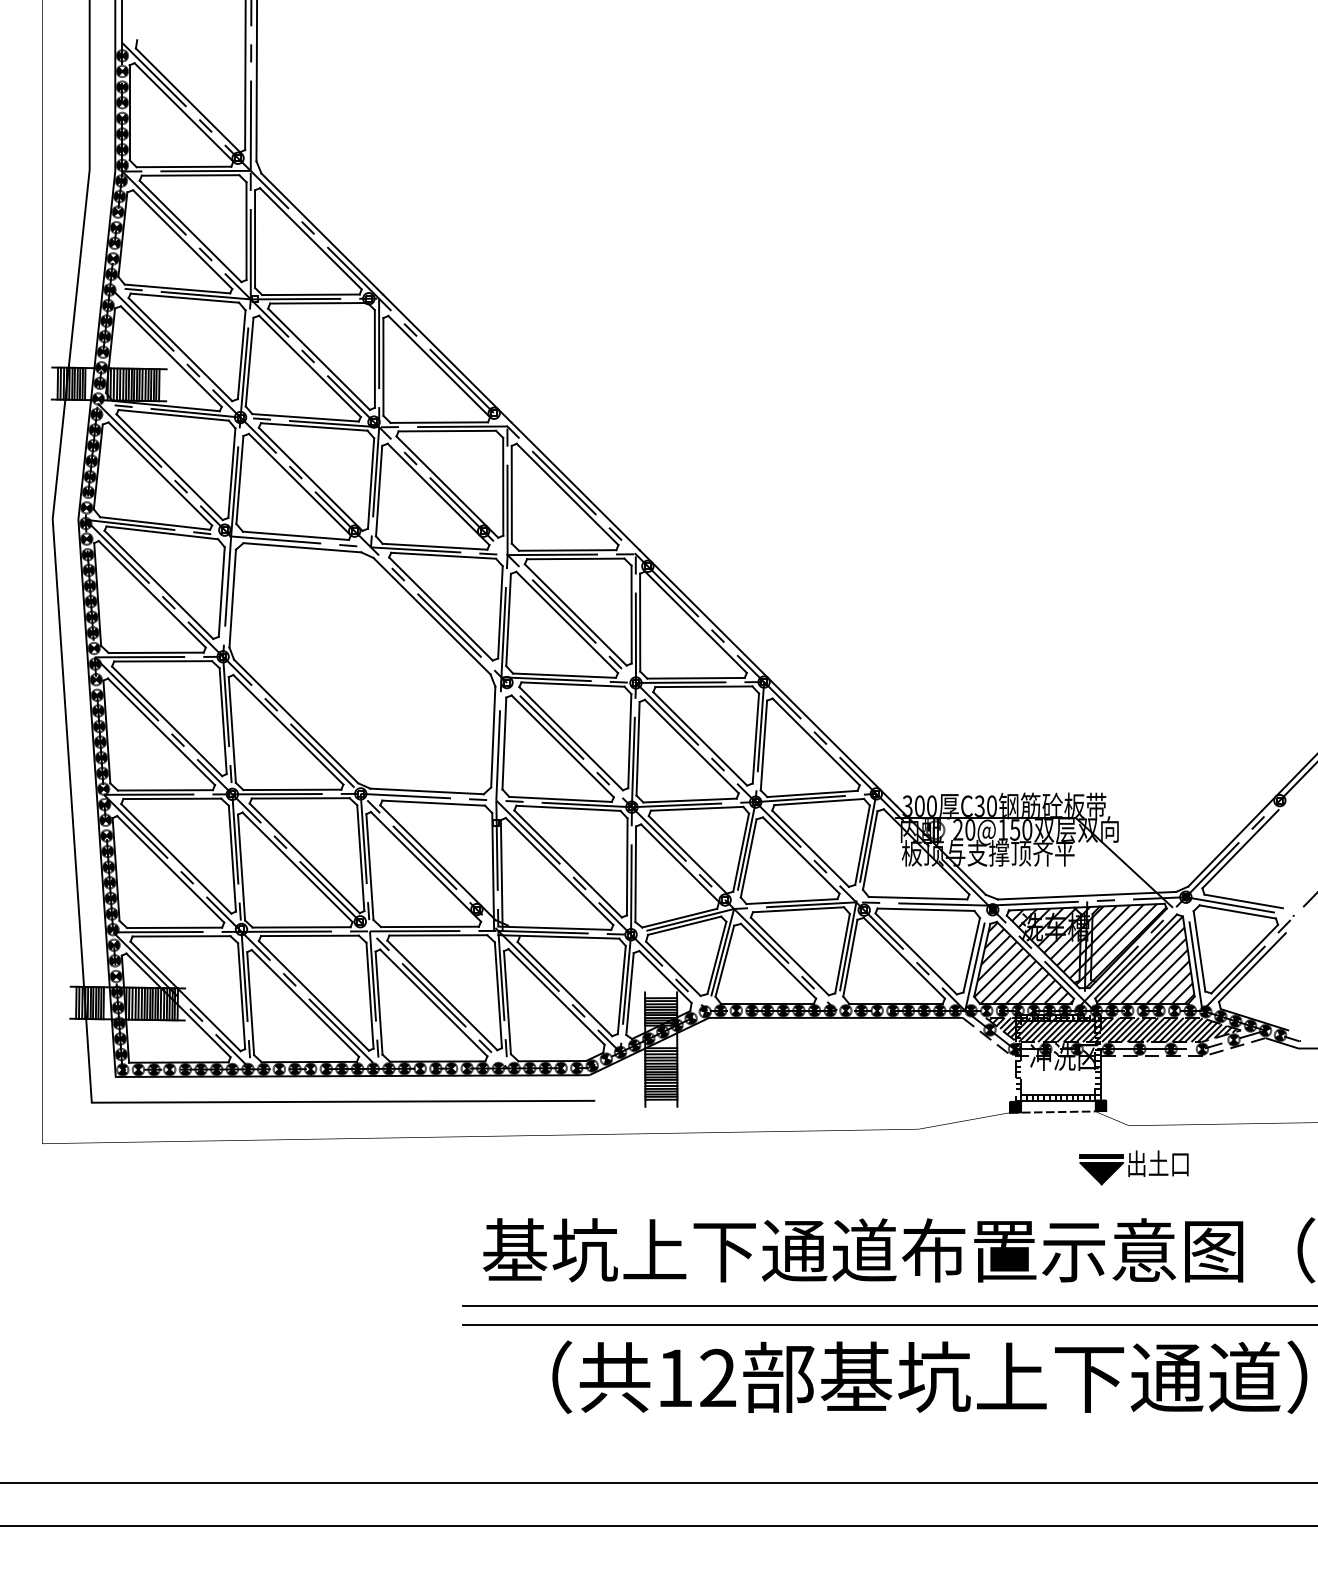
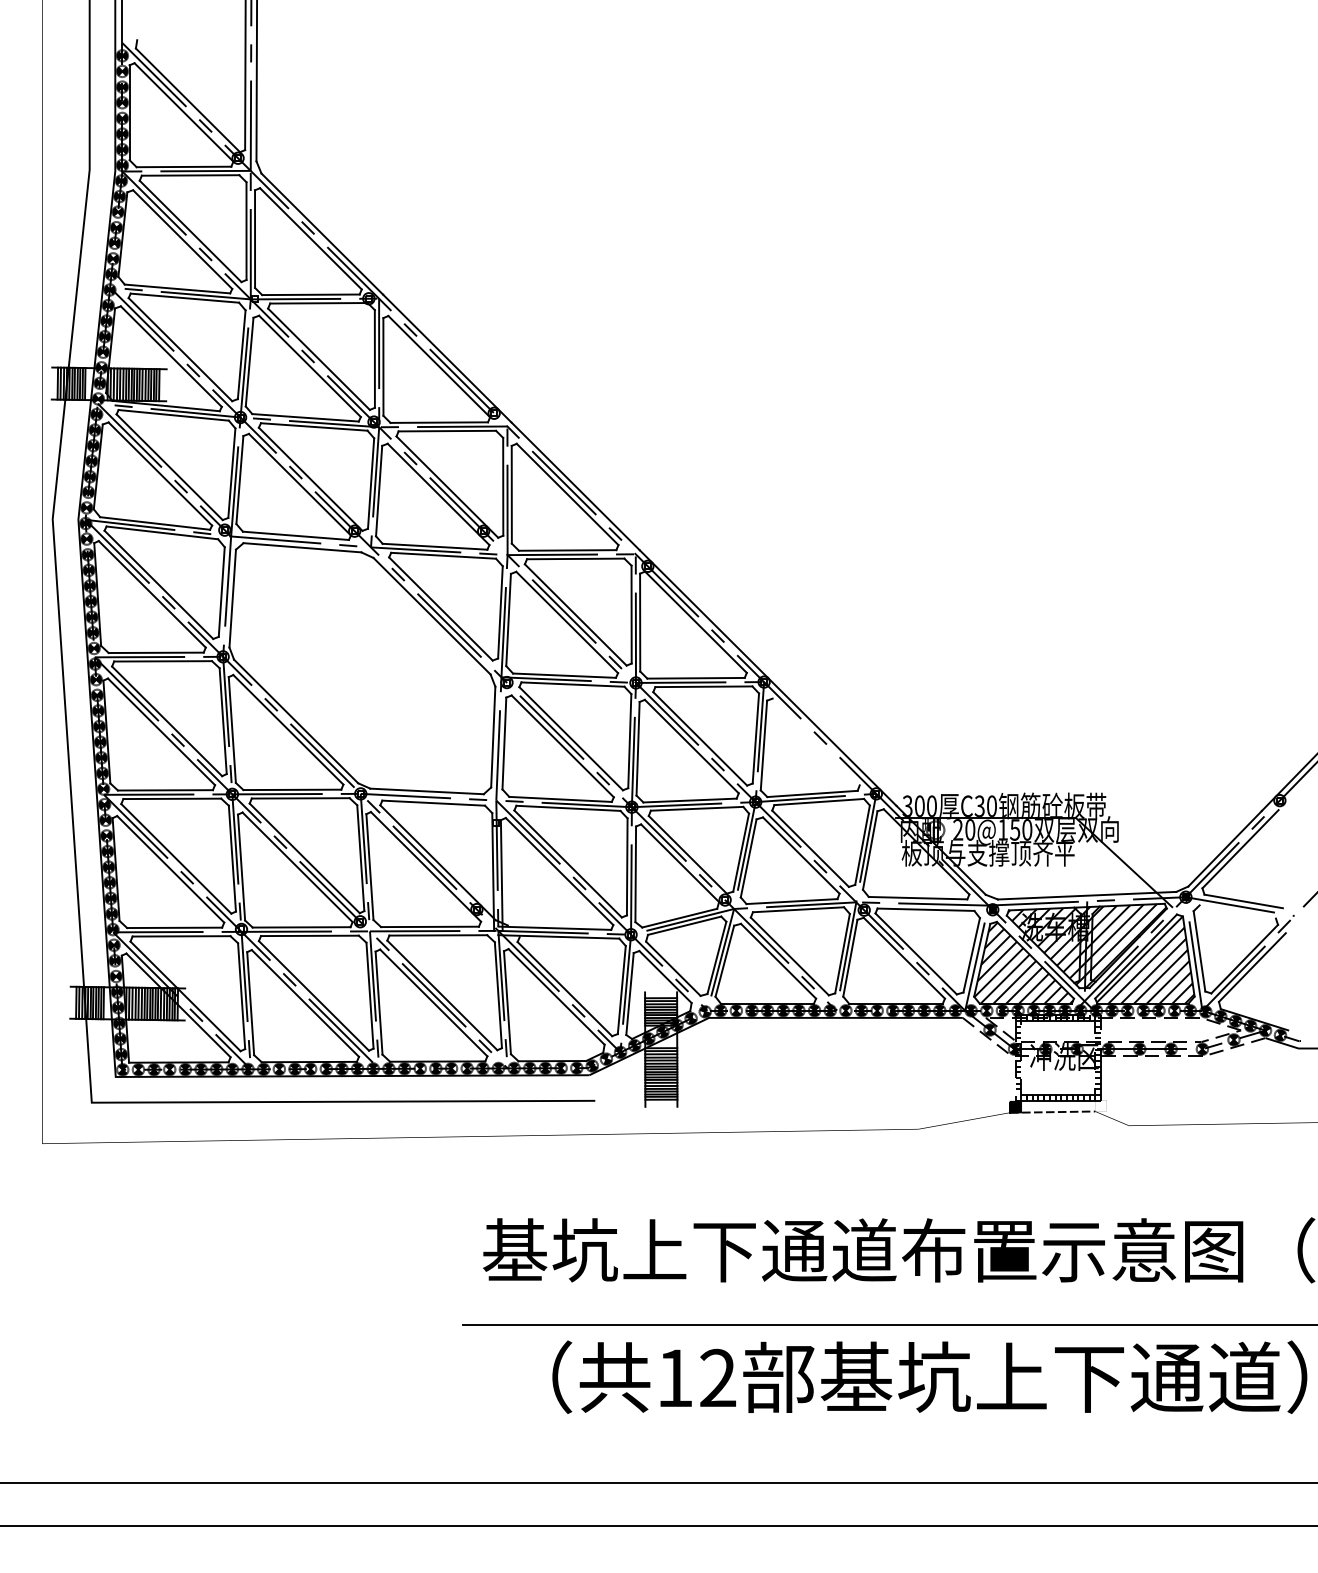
line at (815, 741): present -> none
line at (1237, 911): present -> none
hatch at (1112, 1029): present -> none
hatch at (1100, 1105): present -> none
part at (1133, 1167): present -> none
line at (888, 1306): present -> none
